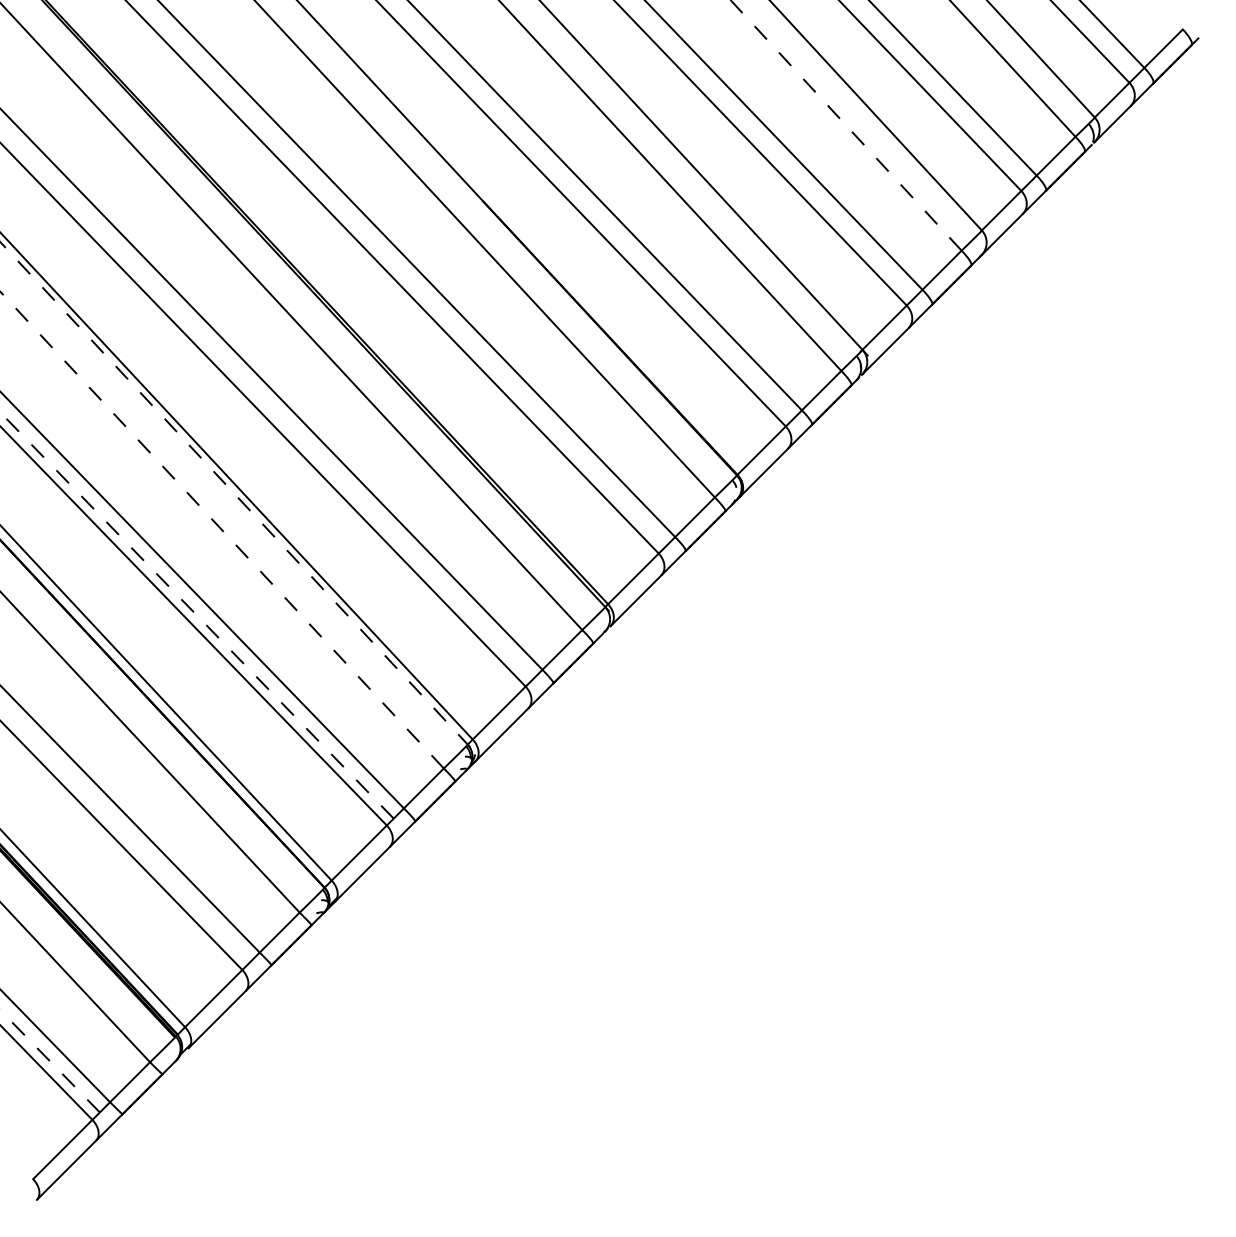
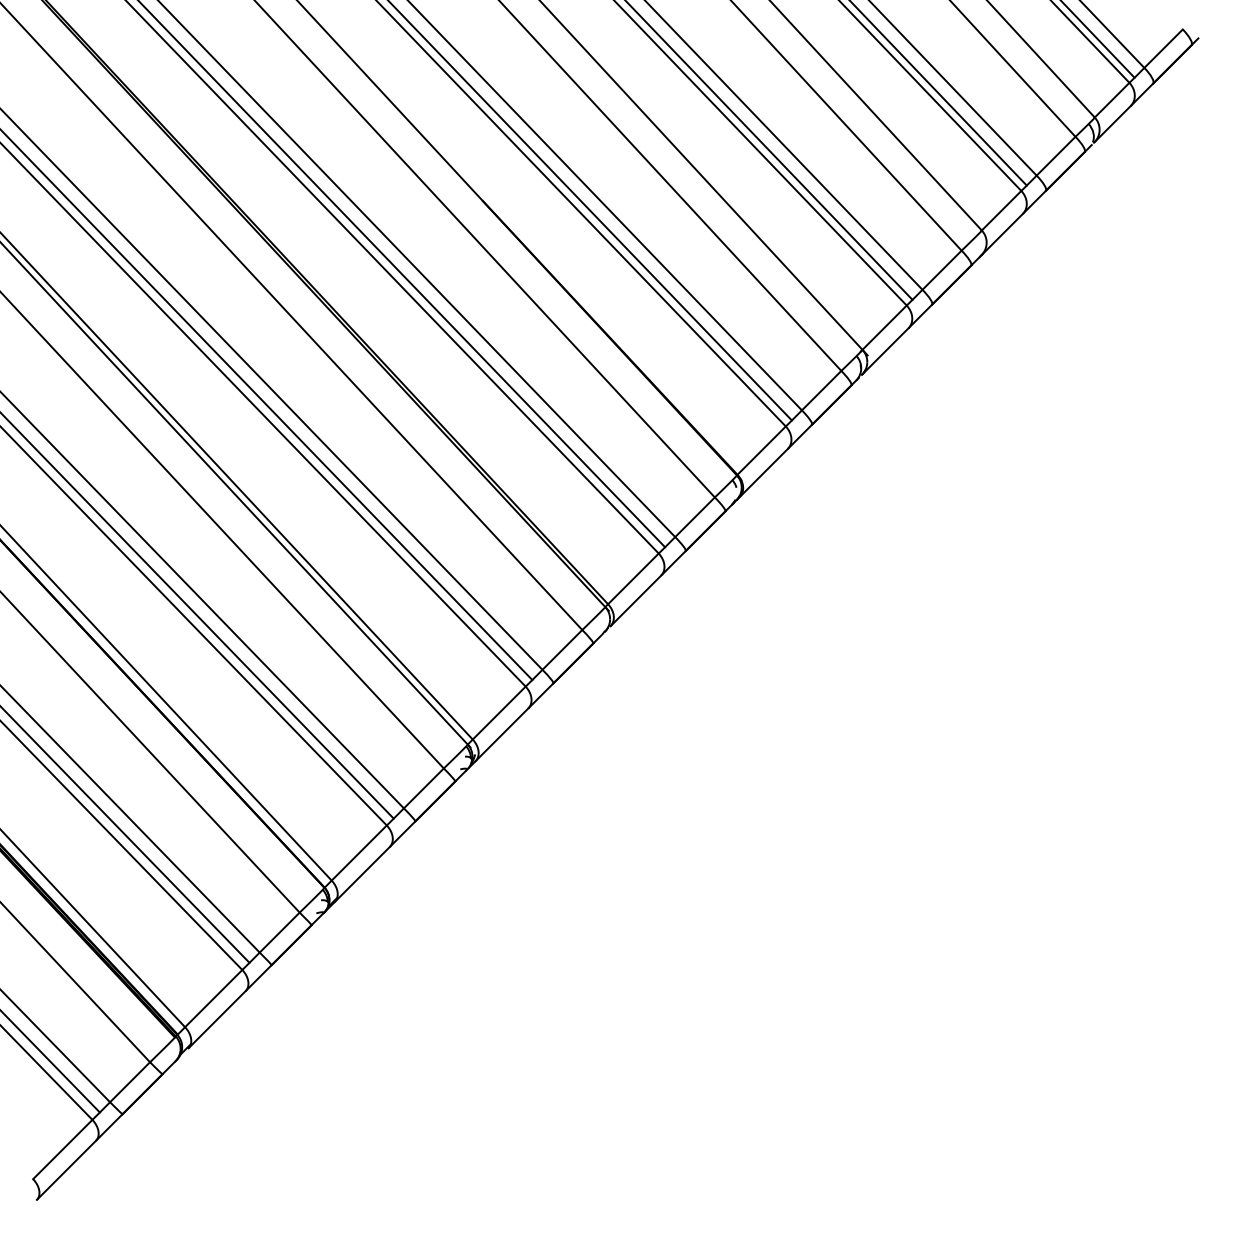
line at (1098, 39): none -> present
line at (938, 93): none -> present
line at (846, 125): dashed -> solid
line at (769, 150): none -> present
line at (590, 211): none -> present
line at (402, 274): none -> present
line at (267, 405): none -> present
line at (234, 494): dashed -> solid
line at (221, 529): dashed -> solid
line at (197, 615): dashed -> solid
line at (125, 835): none -> present
line at (49, 1060): dashed -> solid
